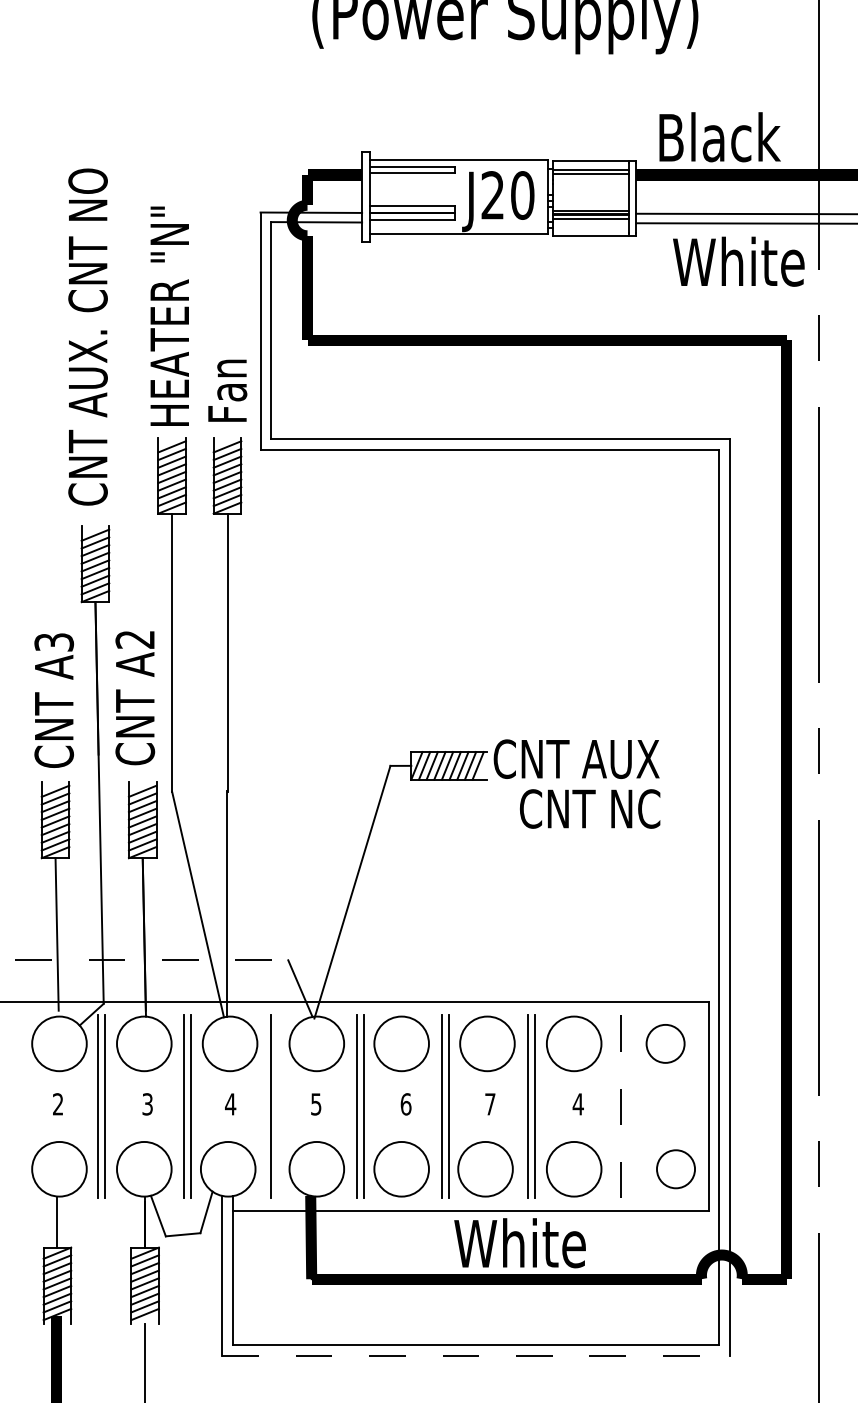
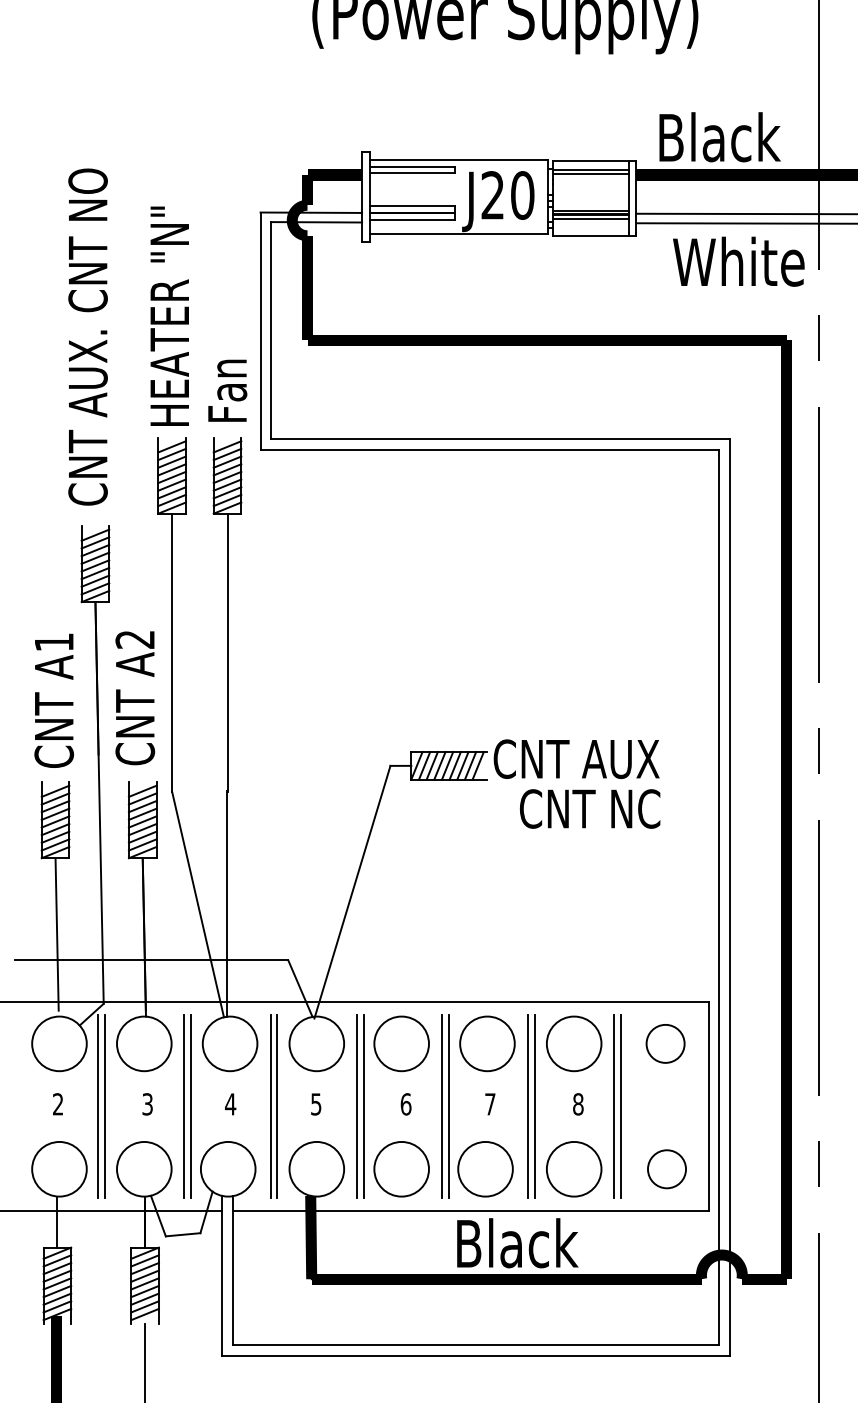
text at (54, 642): A3 -> A1
line at (151, 960): dashed -> solid
text at (577, 1104): 4 -> 8
line at (277, 1106): none -> present
line at (614, 1106): none -> present
line at (620, 1107): dashed -> solid
circle at (675, 1169) position: (675, 1169) -> (666, 1169)
line at (112, 1210): none -> present
text at (519, 1243): White -> Black
line at (476, 1355): dashed -> solid
